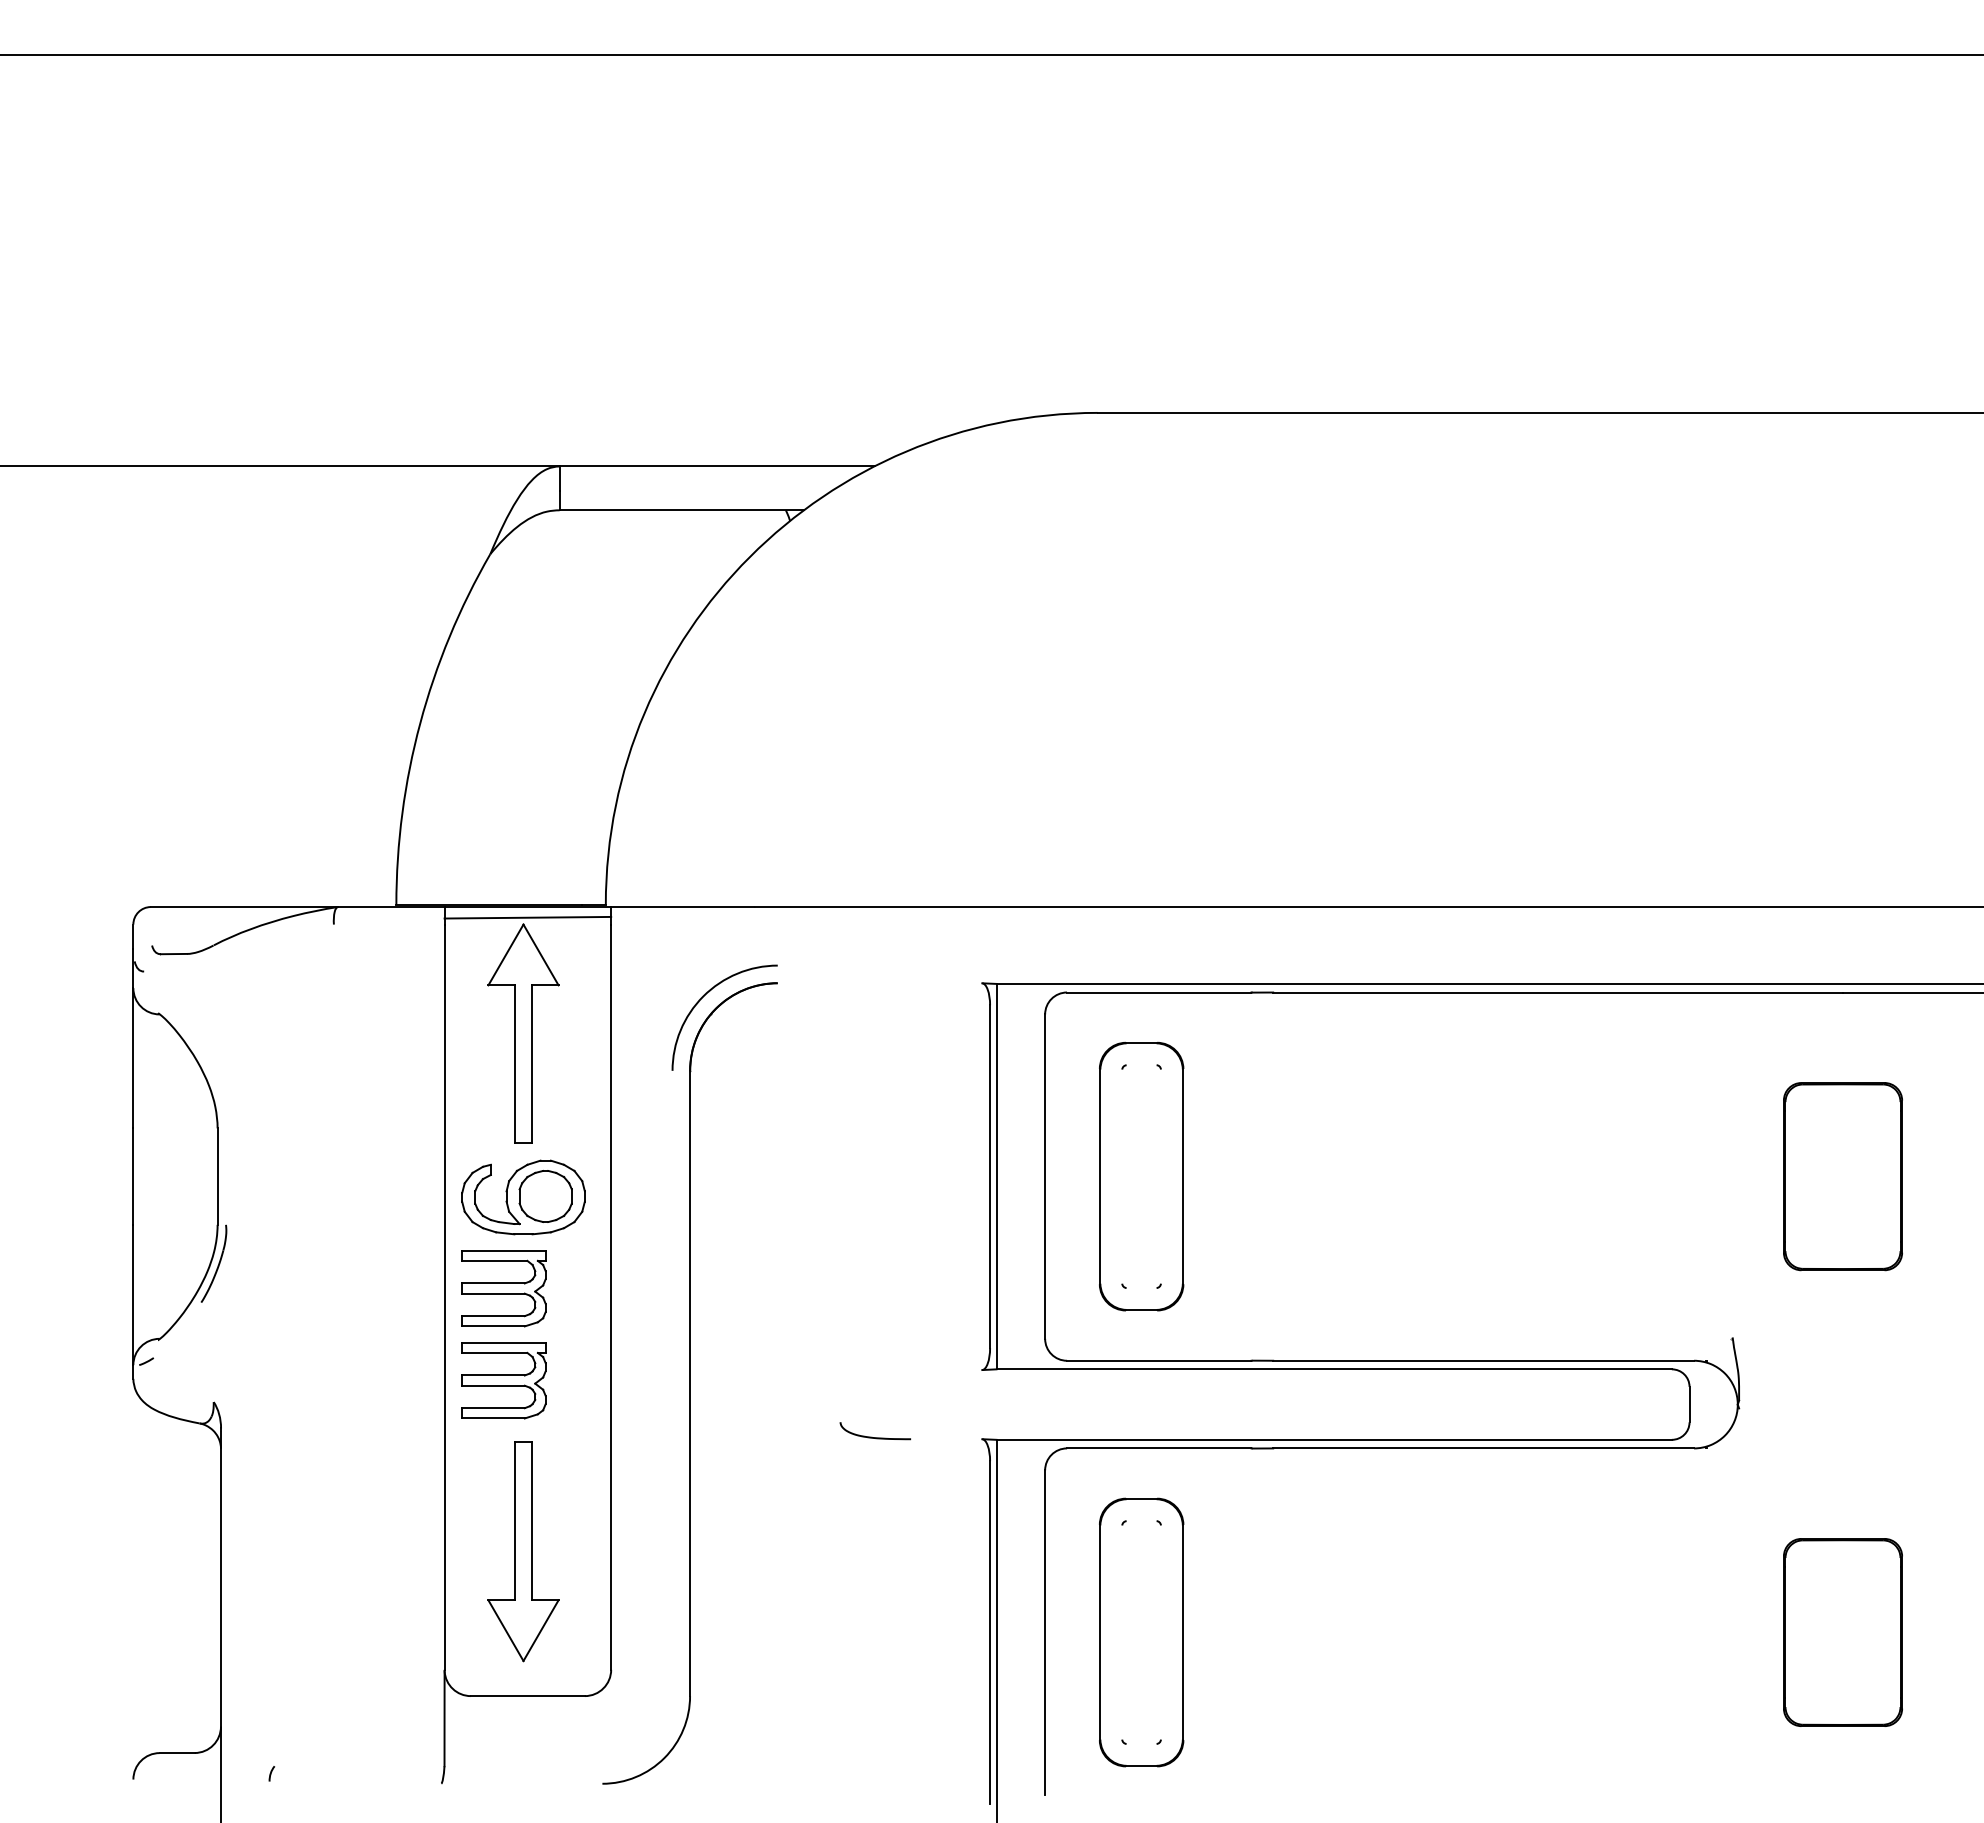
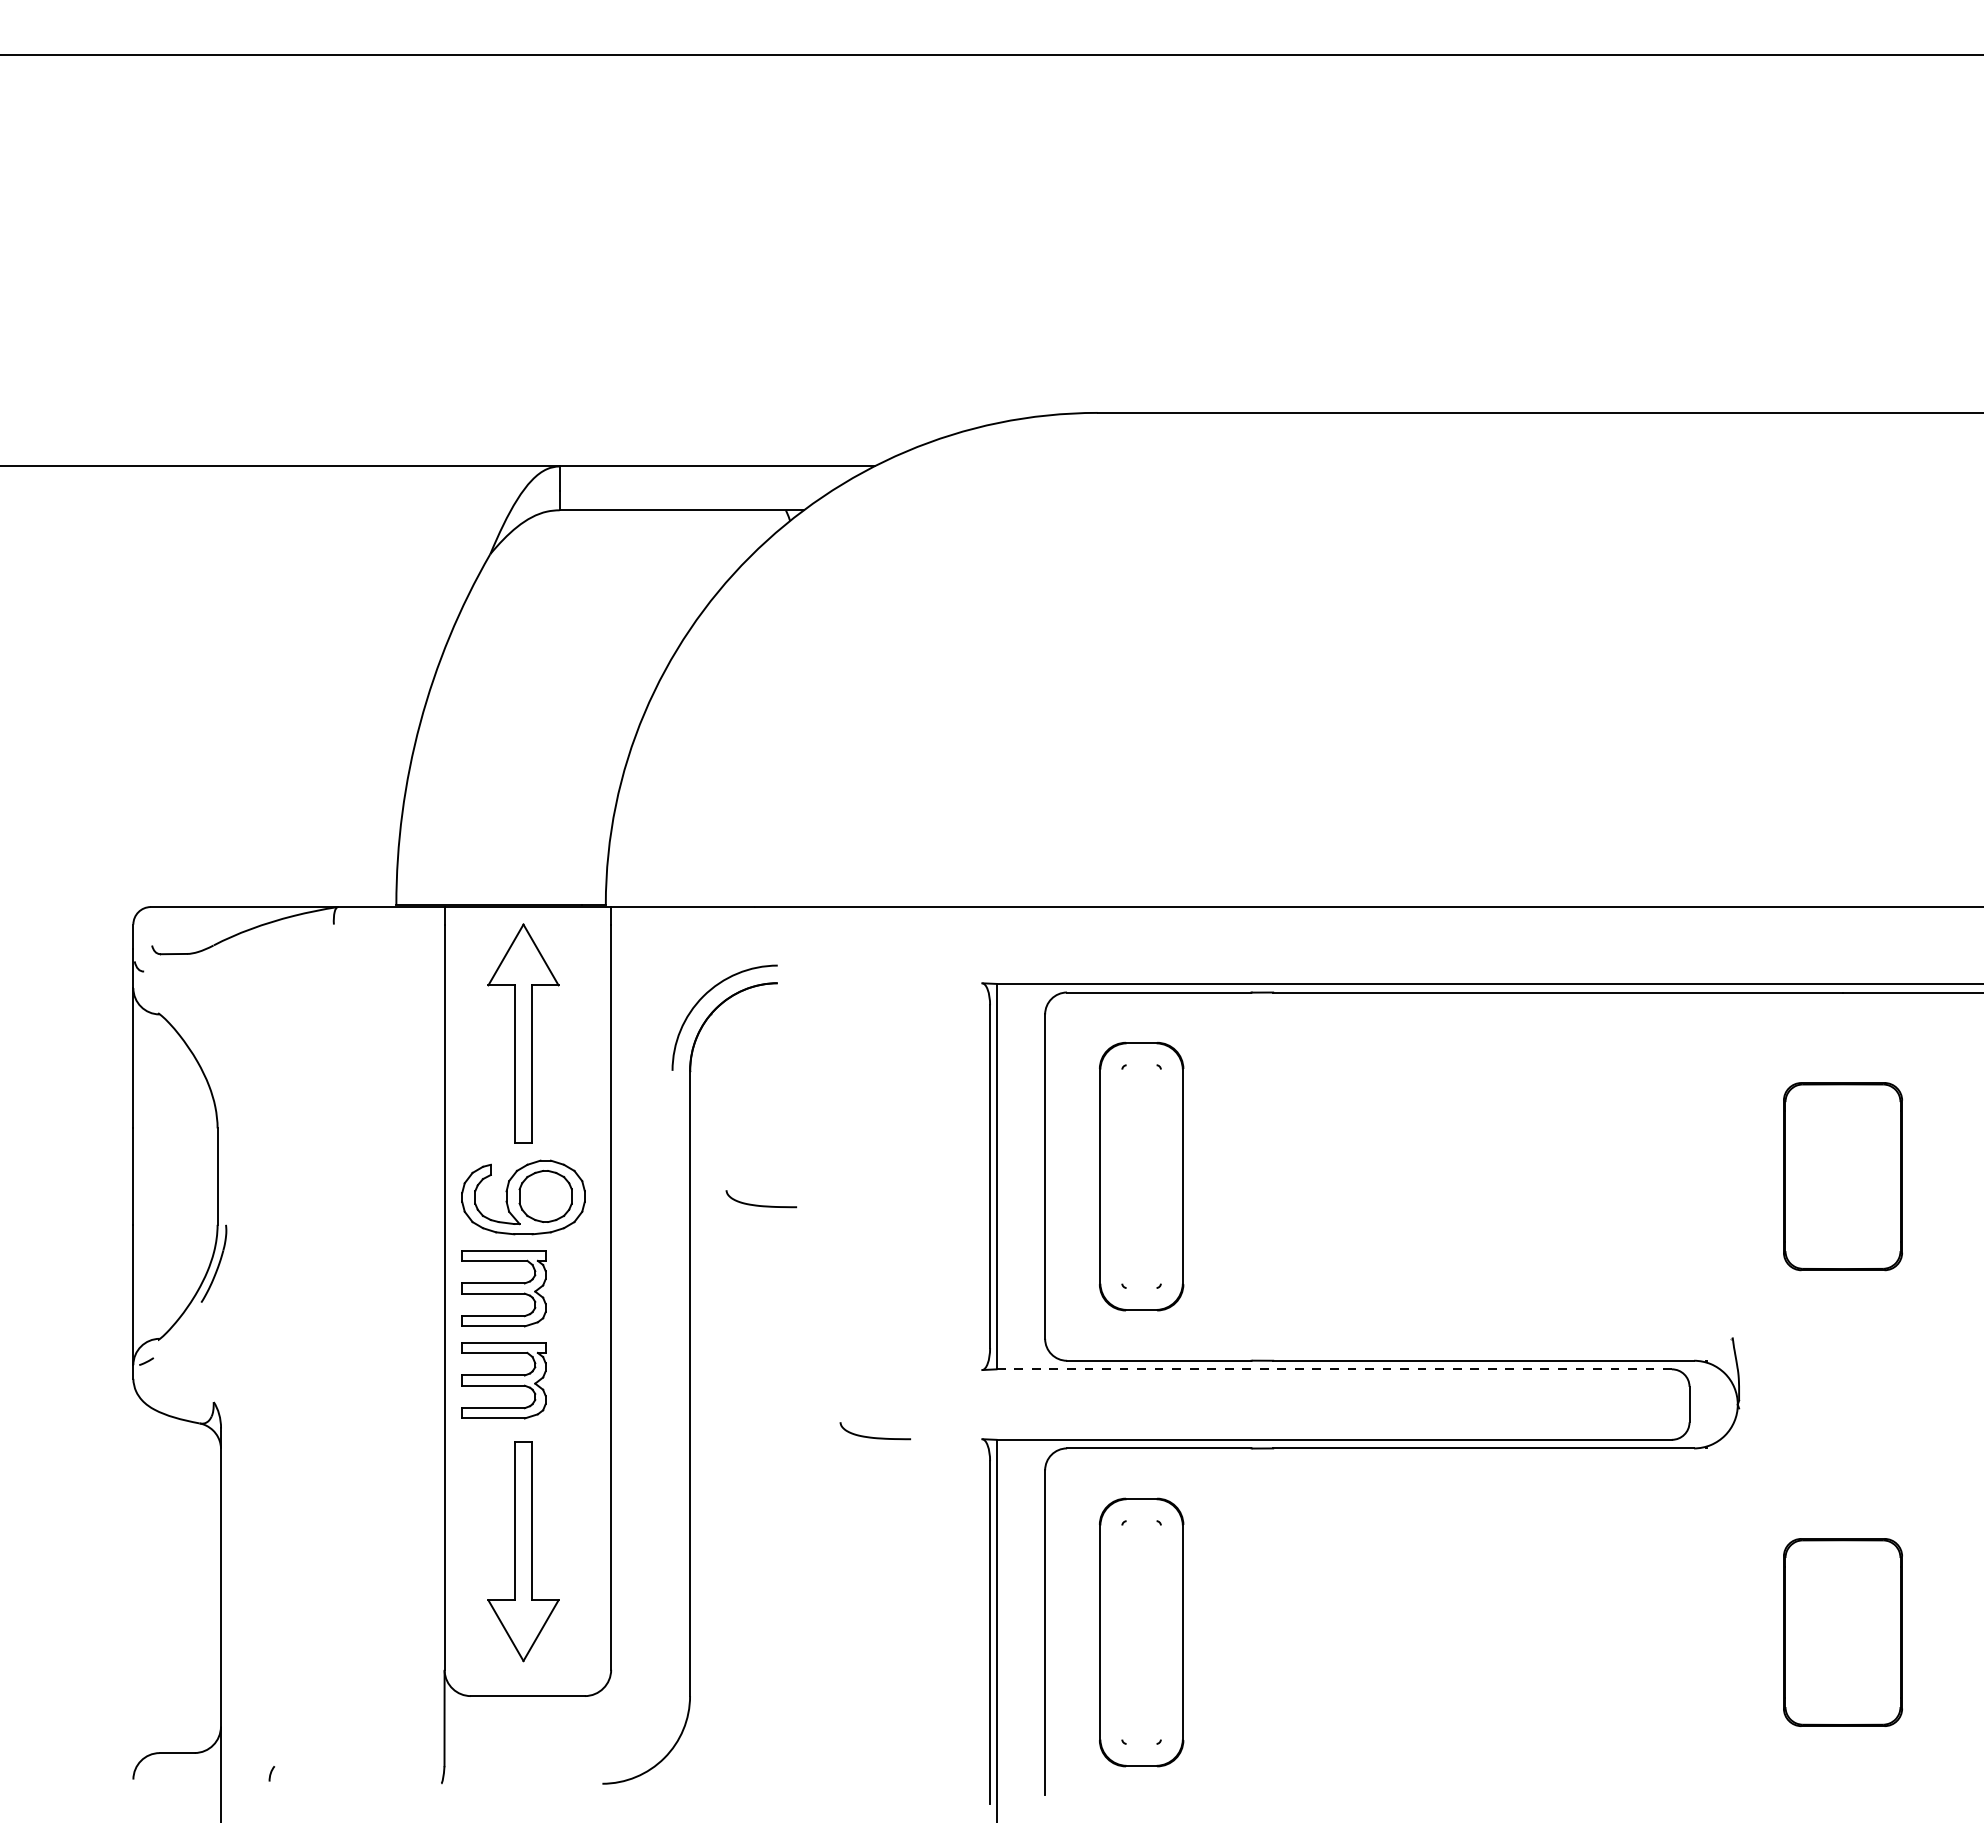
line at (527, 917): present -> none
curve at (761, 1205): none -> present
line at (1334, 1369): solid -> dashed
